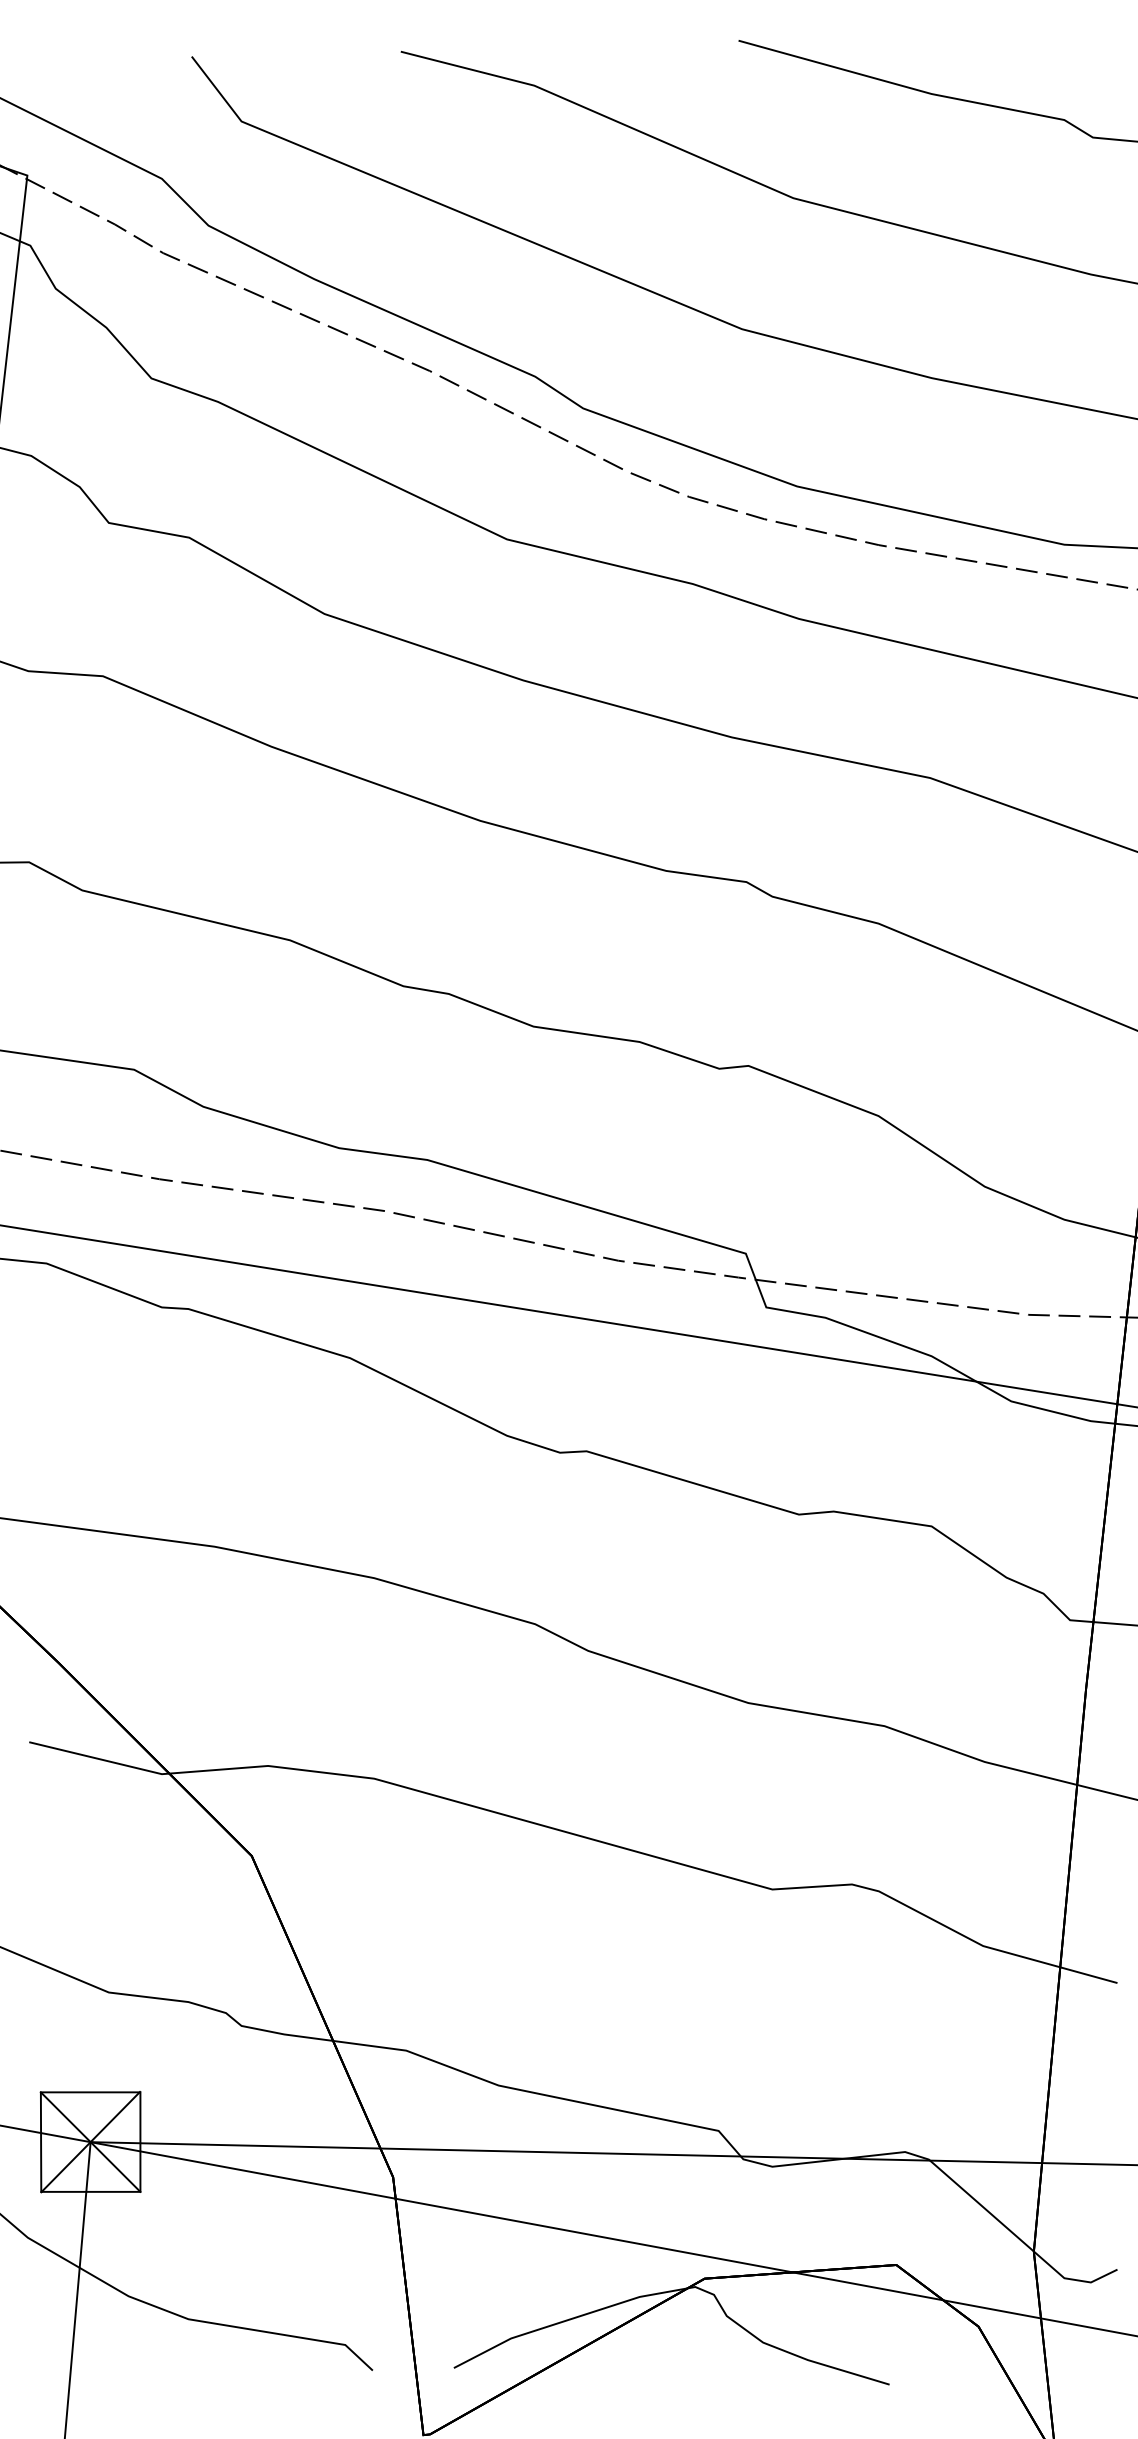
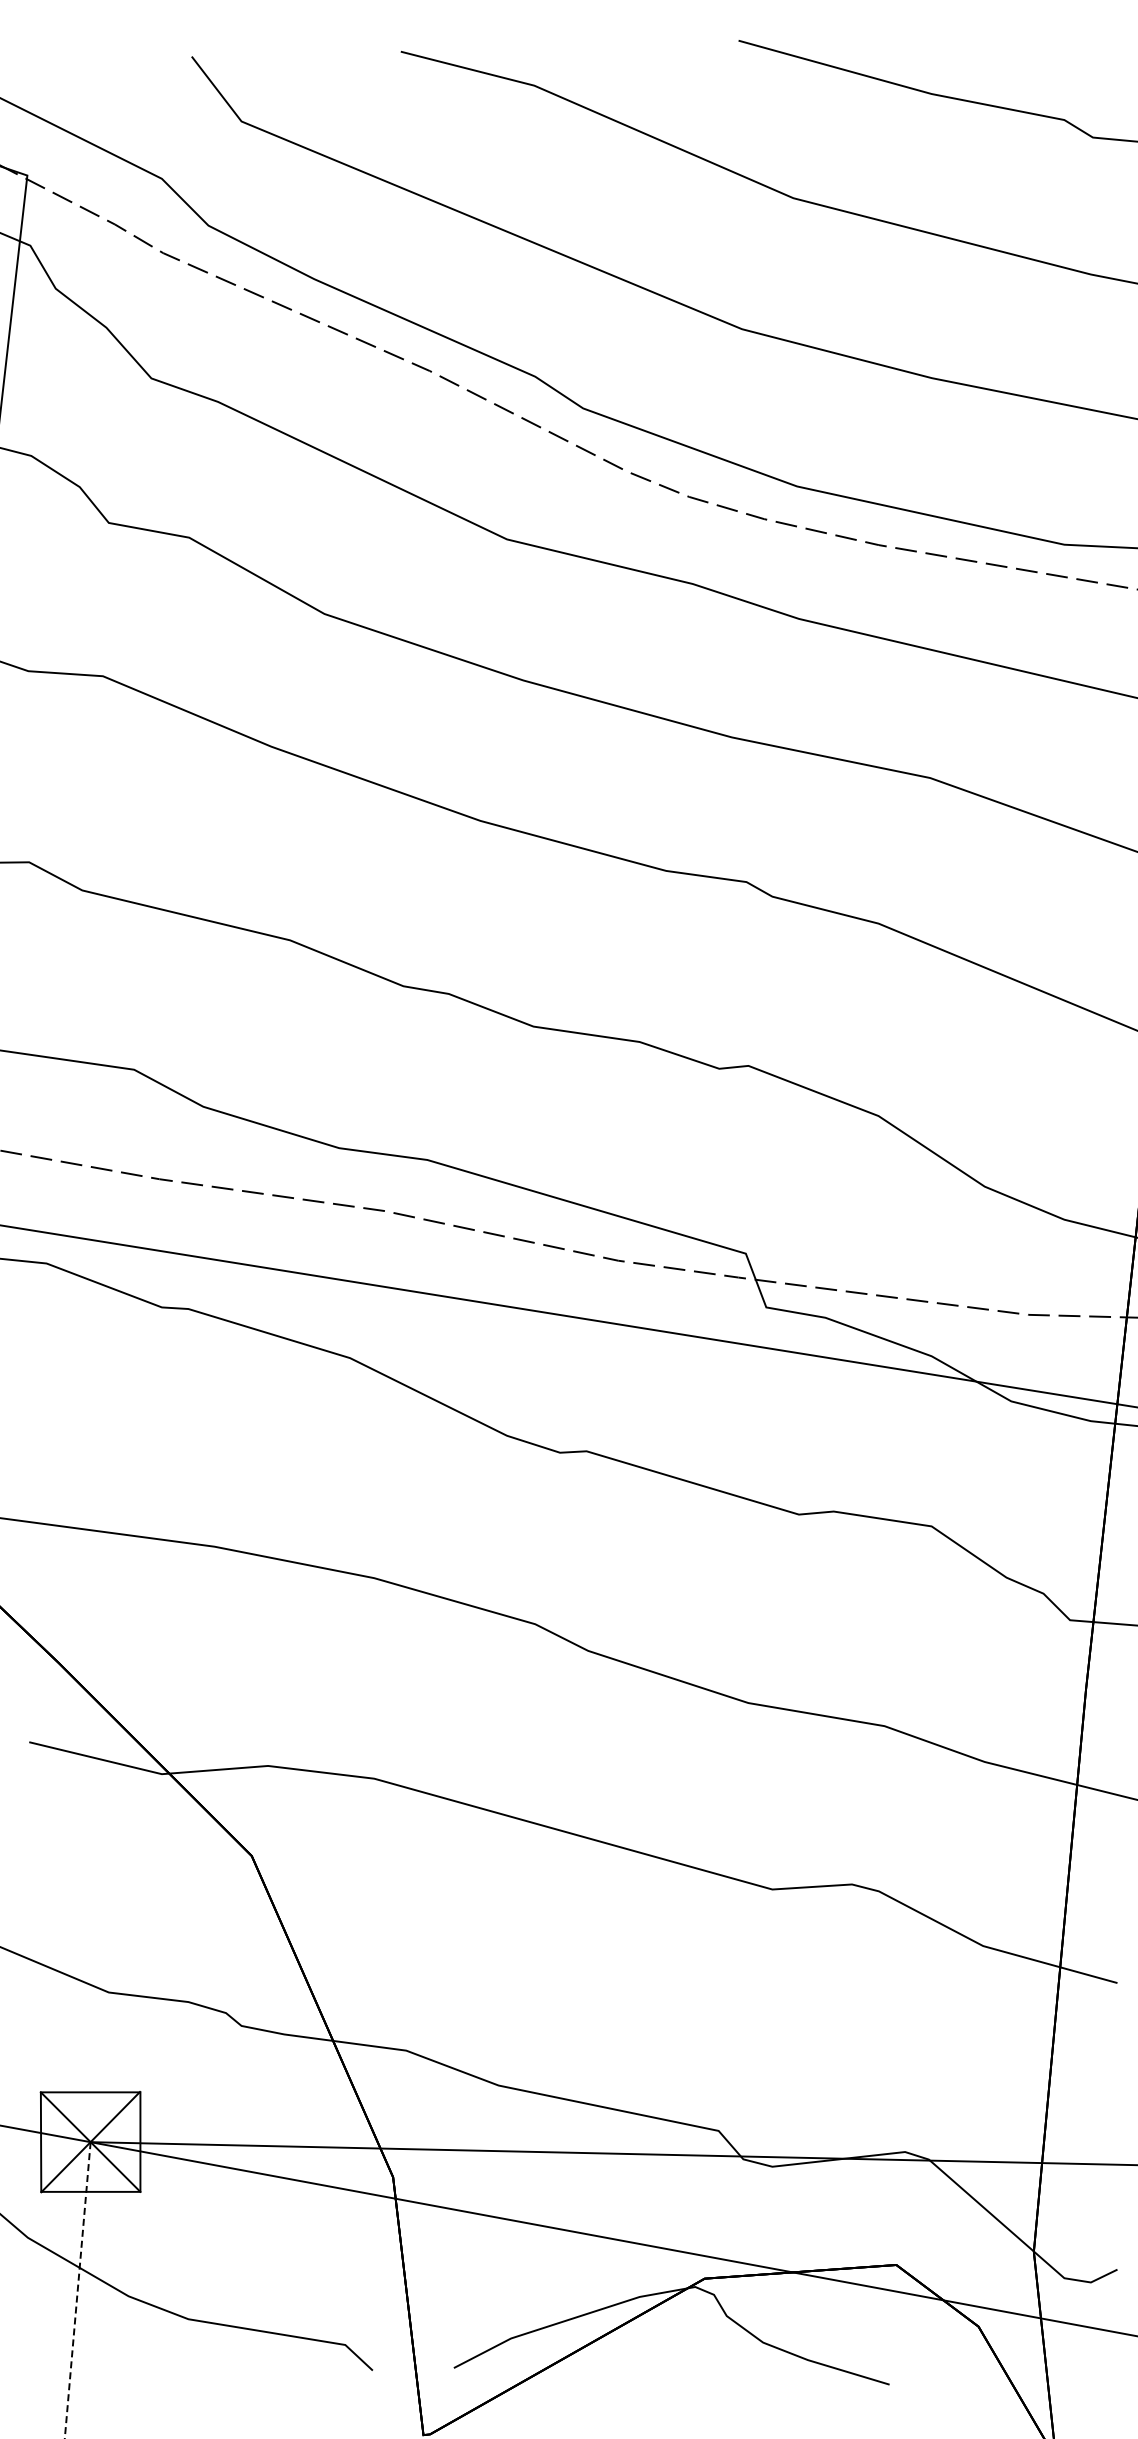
line at (77, 2290): solid -> dashed
